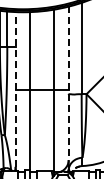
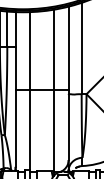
line at (68, 83): dashed -> solid
line at (15, 89): dashed -> solid
